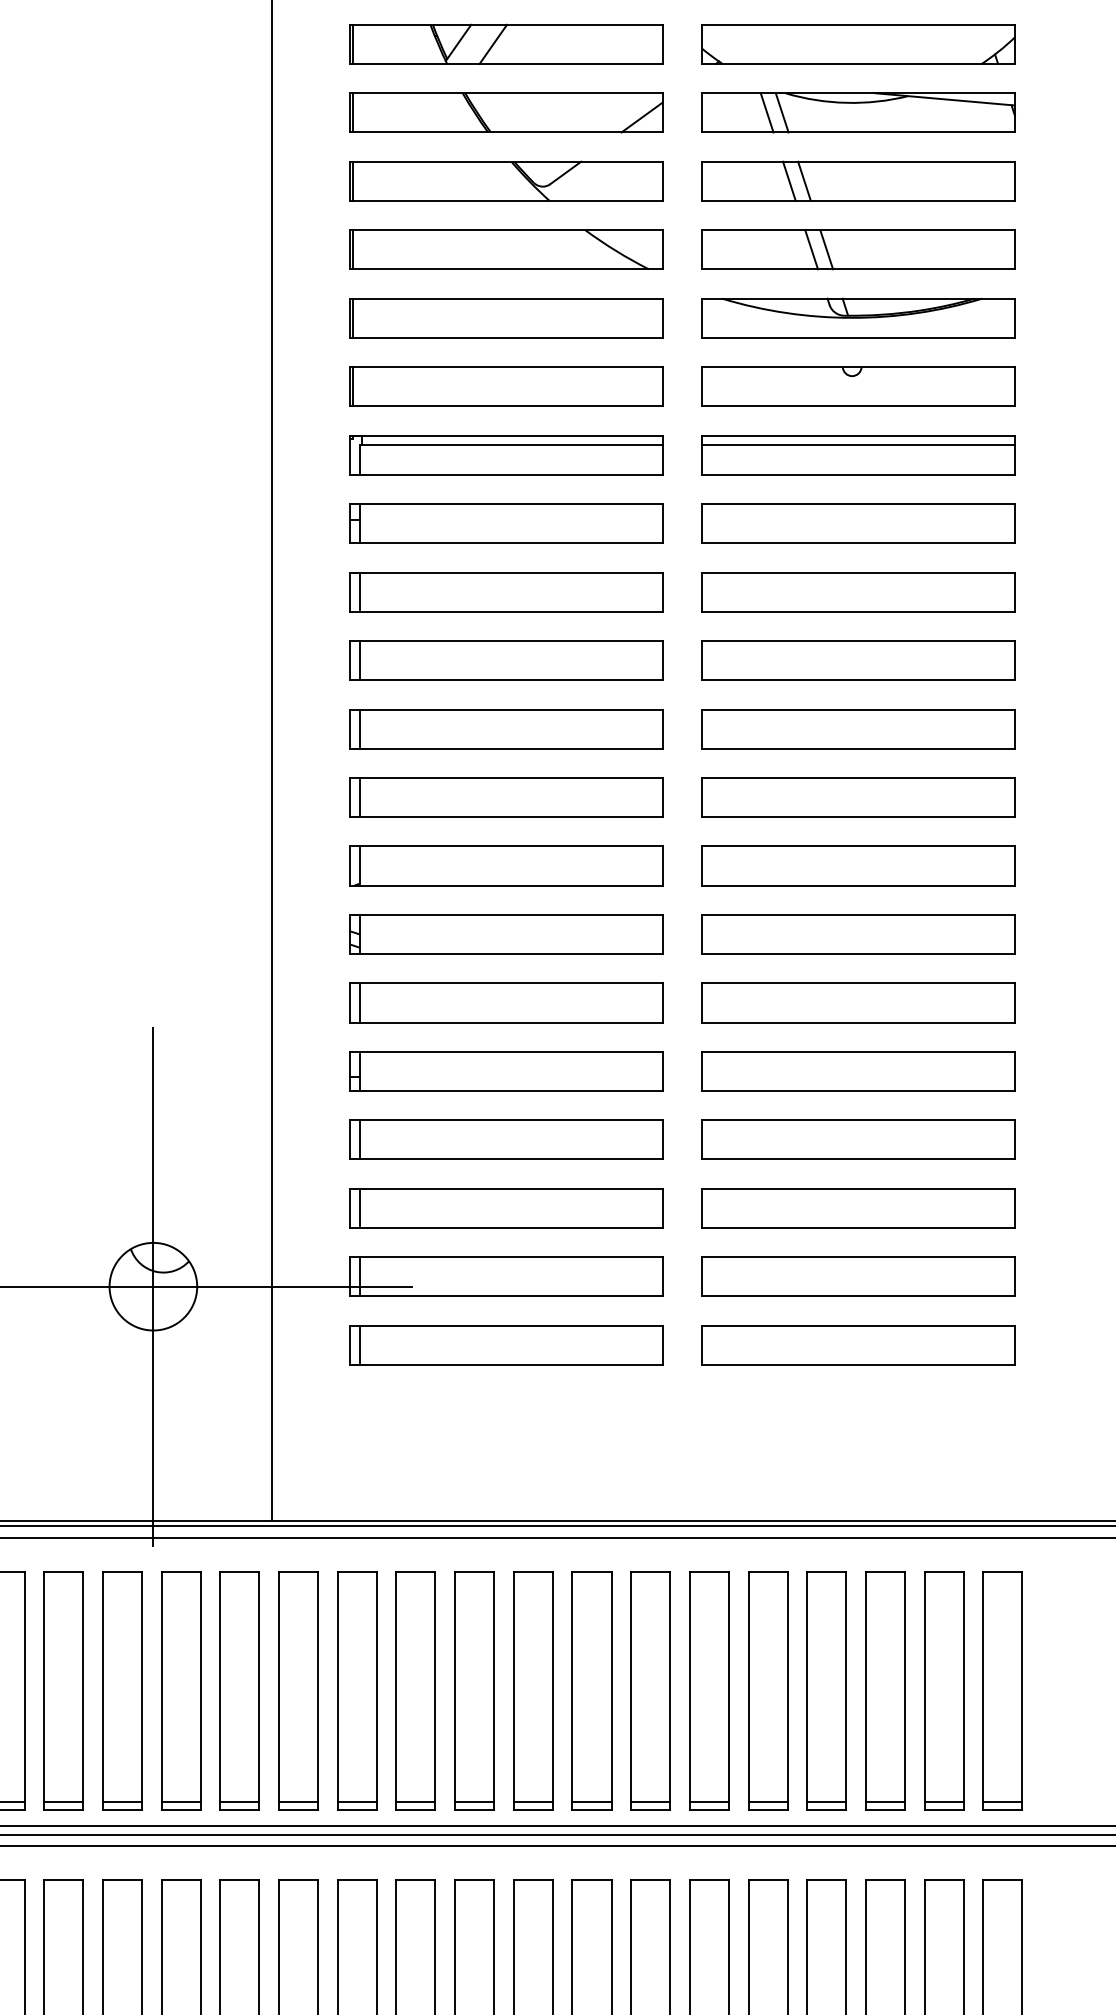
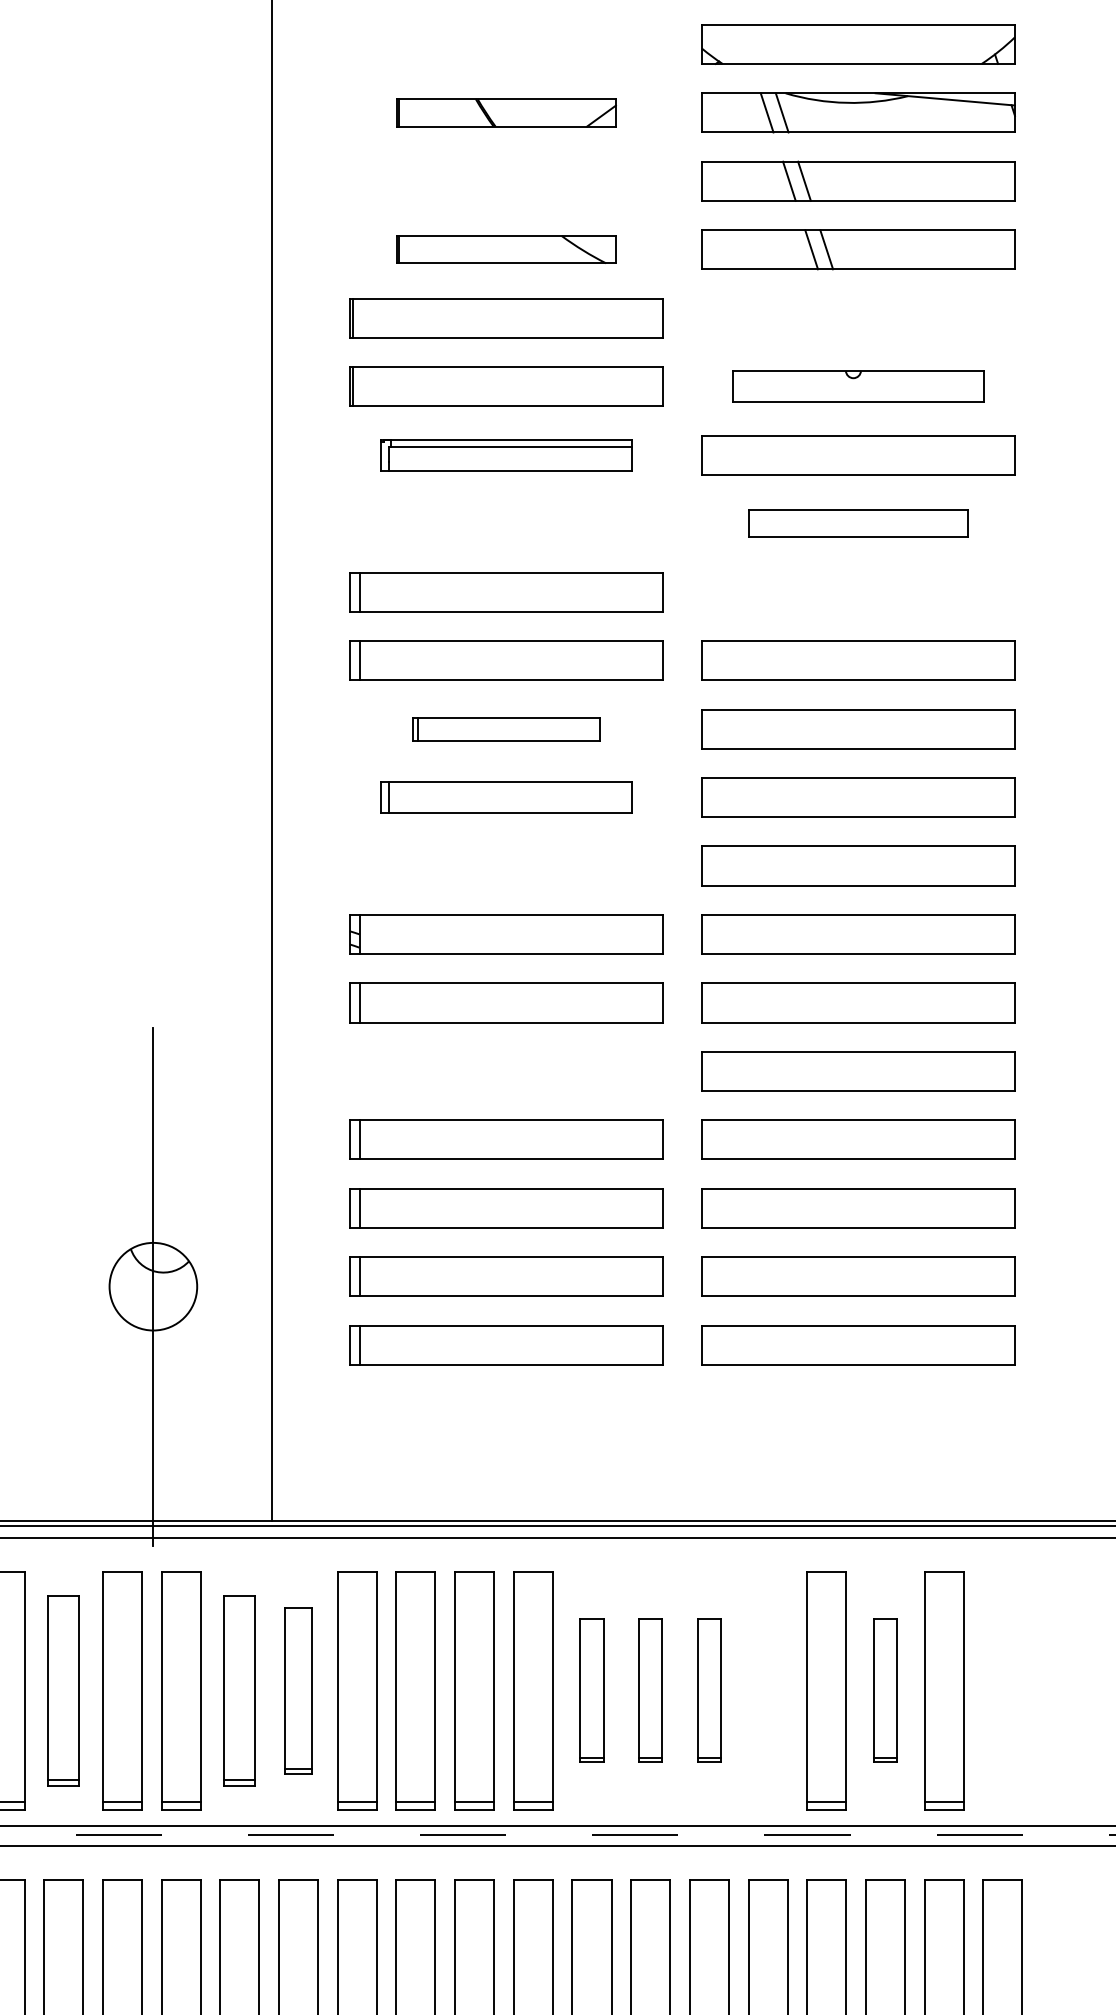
part at (506, 43): present -> none
part at (506, 112) size: 315x42 px -> 221x30 px
part at (506, 180): present -> none
part at (506, 249) size: 315x41 px -> 221x29 px
part at (858, 317): present -> none
part at (858, 386) size: 315x41 px -> 253x33 px
line at (857, 445): present -> none
part at (506, 455) size: 315x41 px -> 253x33 px
part at (506, 523): present -> none
part at (858, 523) size: 315x41 px -> 221x29 px
part at (858, 592): present -> none
part at (506, 729) size: 315x41 px -> 189x25 px
part at (506, 797) size: 315x41 px -> 253x33 px
part at (506, 865): present -> none
part at (506, 1071): present -> none
line at (207, 1286): present -> none
part at (63, 1690) size: 41x240 px -> 33x192 px
part at (239, 1690) size: 41x240 px -> 33x192 px
part at (298, 1690) size: 41x240 px -> 29x168 px
part at (591, 1690) size: 42x240 px -> 26x145 px
part at (650, 1690) size: 41x240 px -> 25x145 px
part at (709, 1690) size: 41x240 px -> 25x145 px
part at (768, 1690): present -> none
part at (885, 1690) size: 41x240 px -> 25x145 px
part at (1002, 1690): present -> none
line at (558, 1834): solid -> dashed
